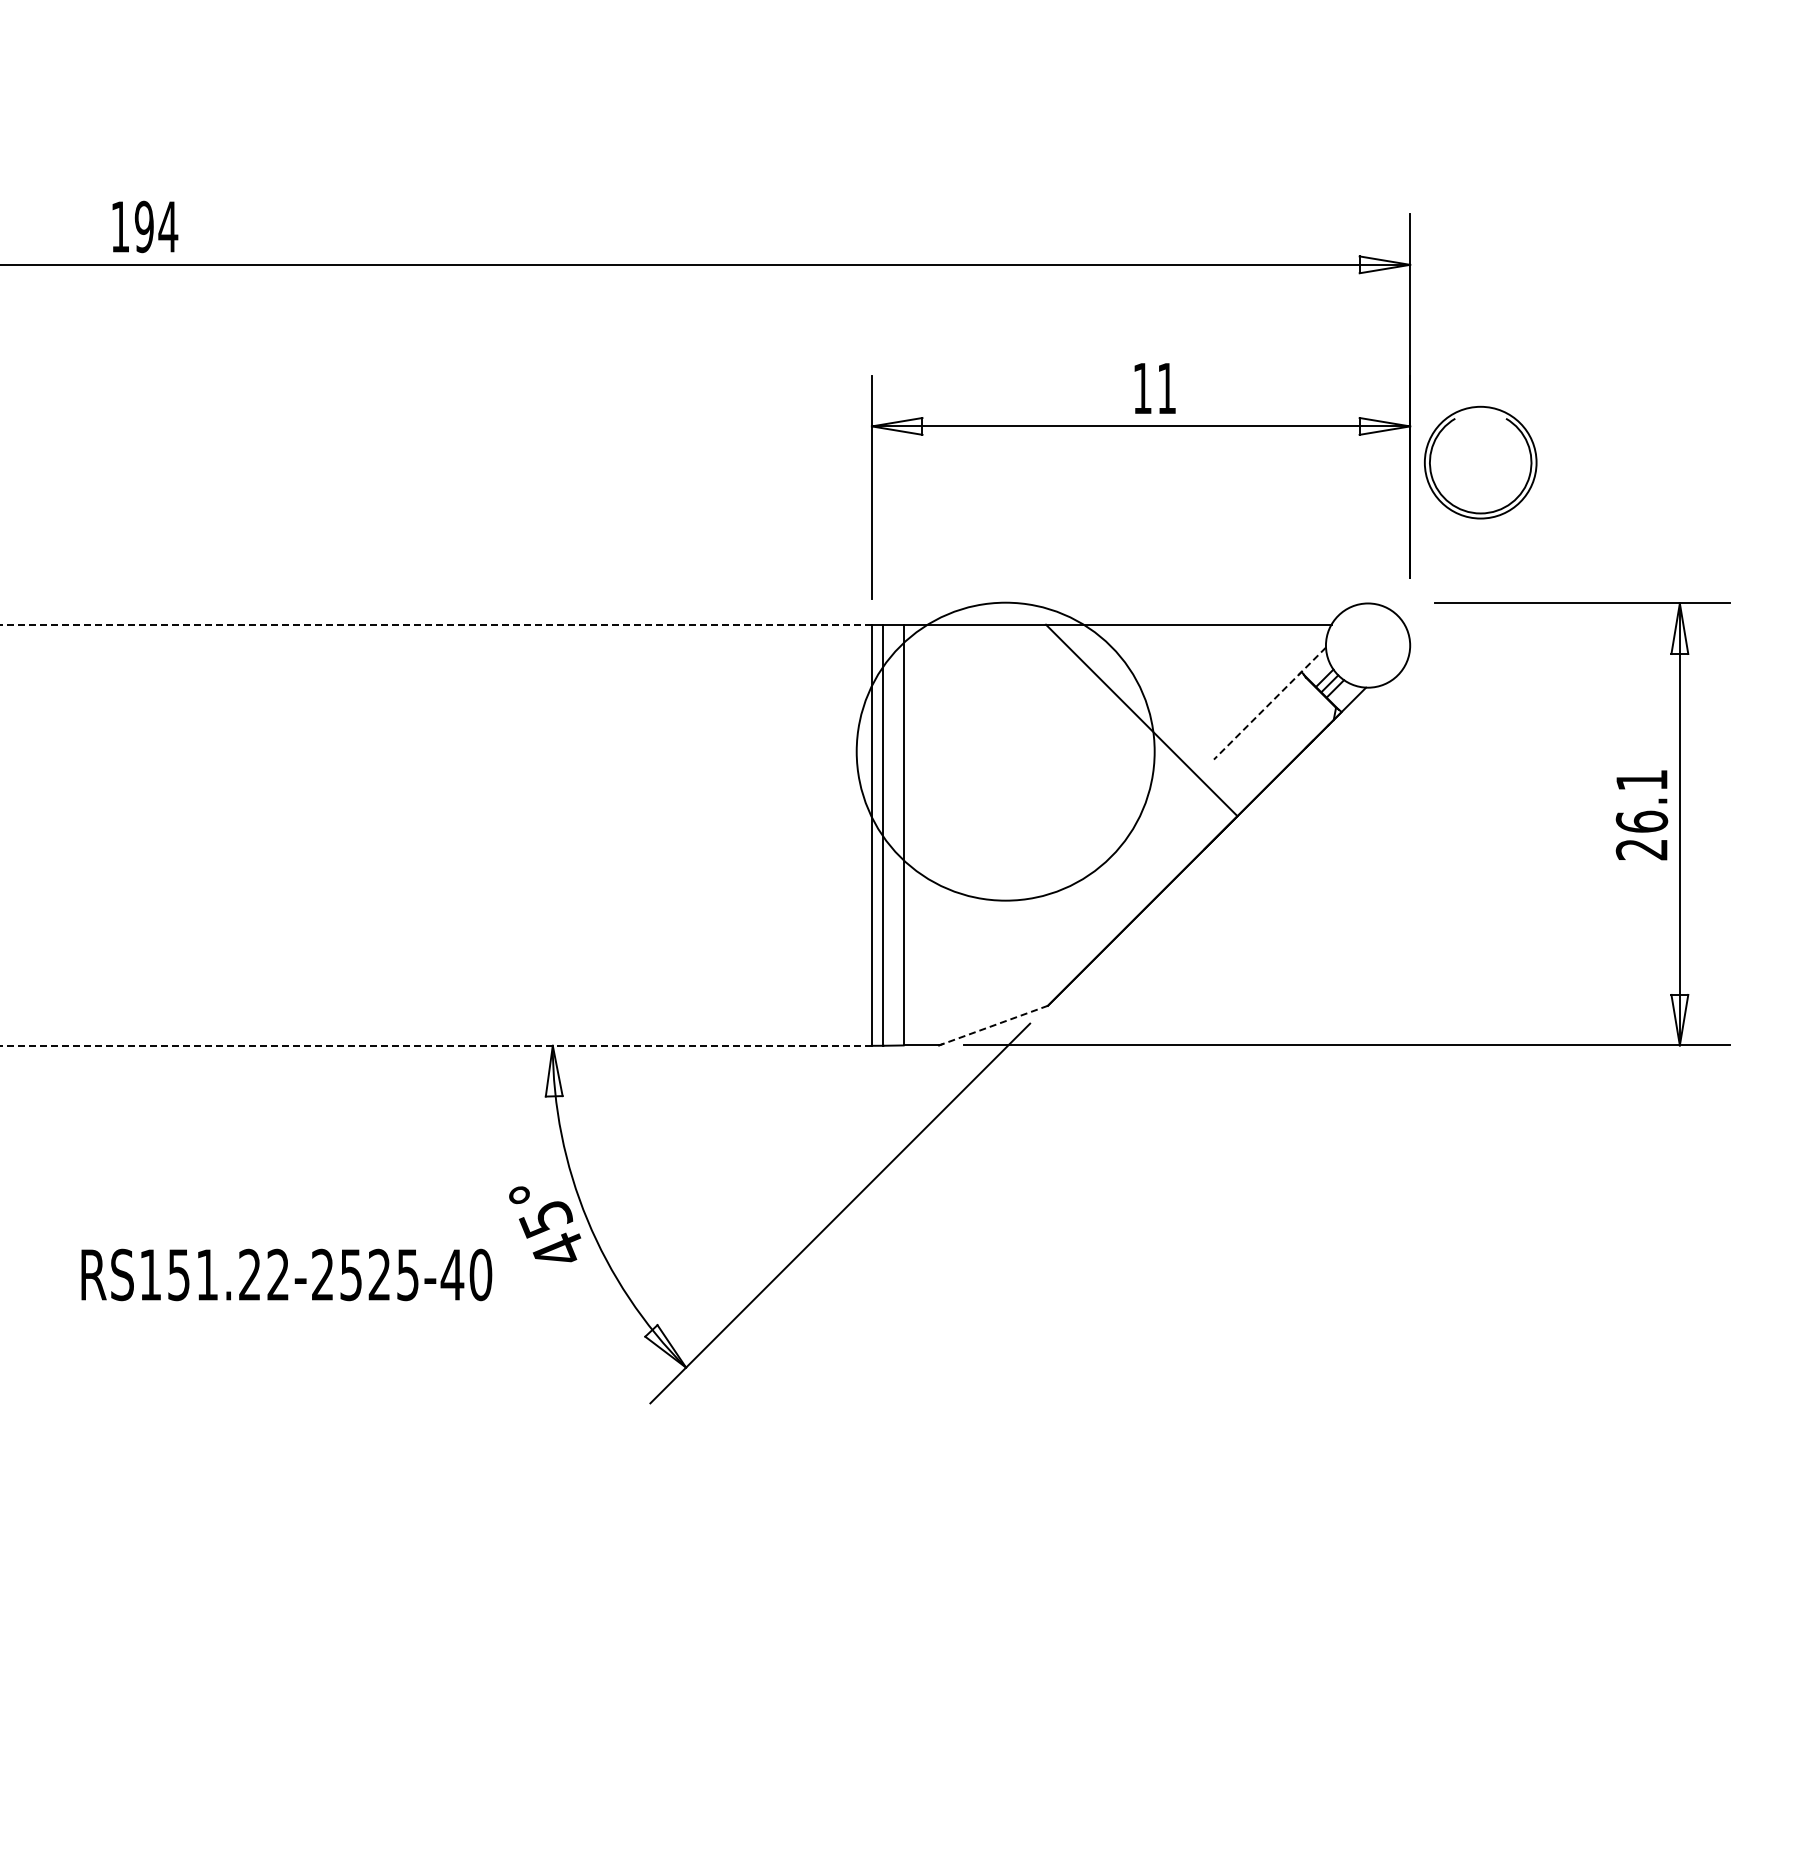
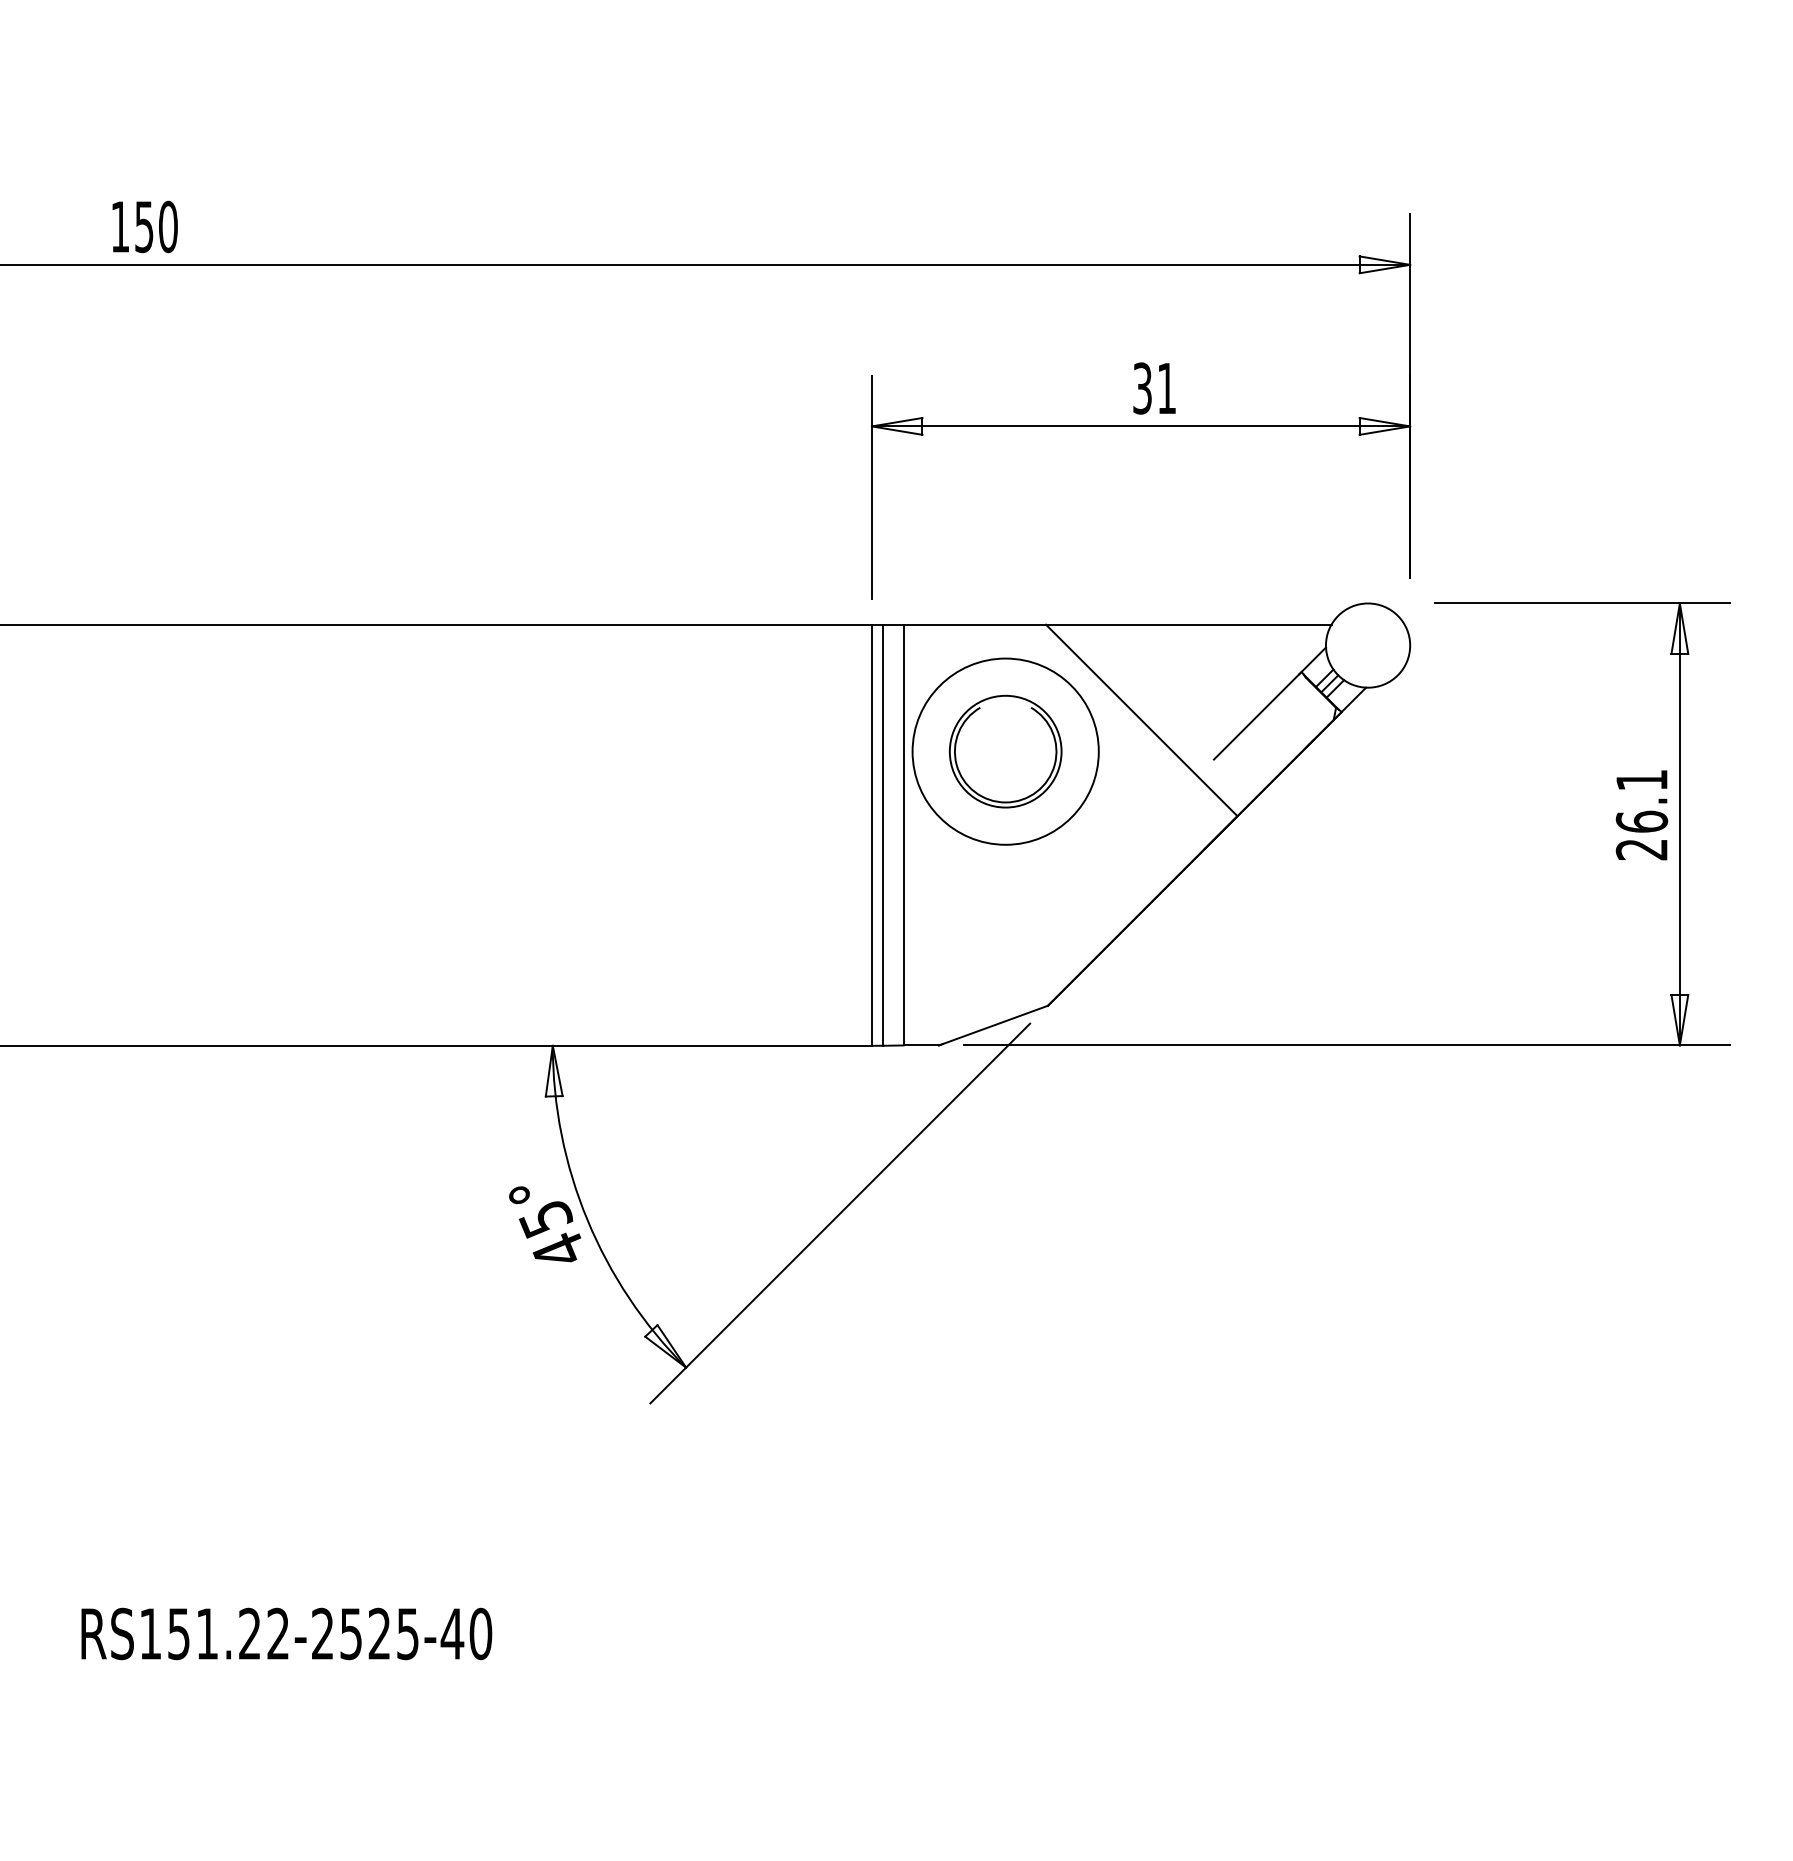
text at (156, 226): 194 -> 150
text at (1142, 388): 11 -> 31
part at (1480, 462) position: (1480, 462) -> (1005, 751)
line at (435, 624): dashed -> solid
line at (1269, 703): dashed -> solid
circle at (1005, 751) diameter: 298 px -> 186 px
line at (993, 1025): dashed -> solid
line at (435, 1045): dashed -> solid
text at (286, 1274) position: (286, 1274) -> (286, 1633)
